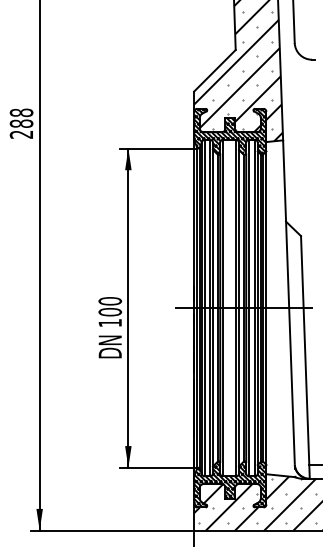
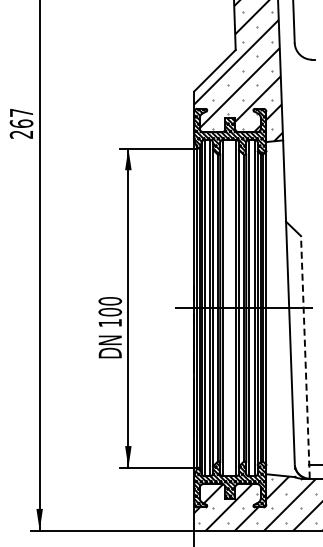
text at (21, 117): 288 -> 267
line at (305, 356): solid -> dashed
